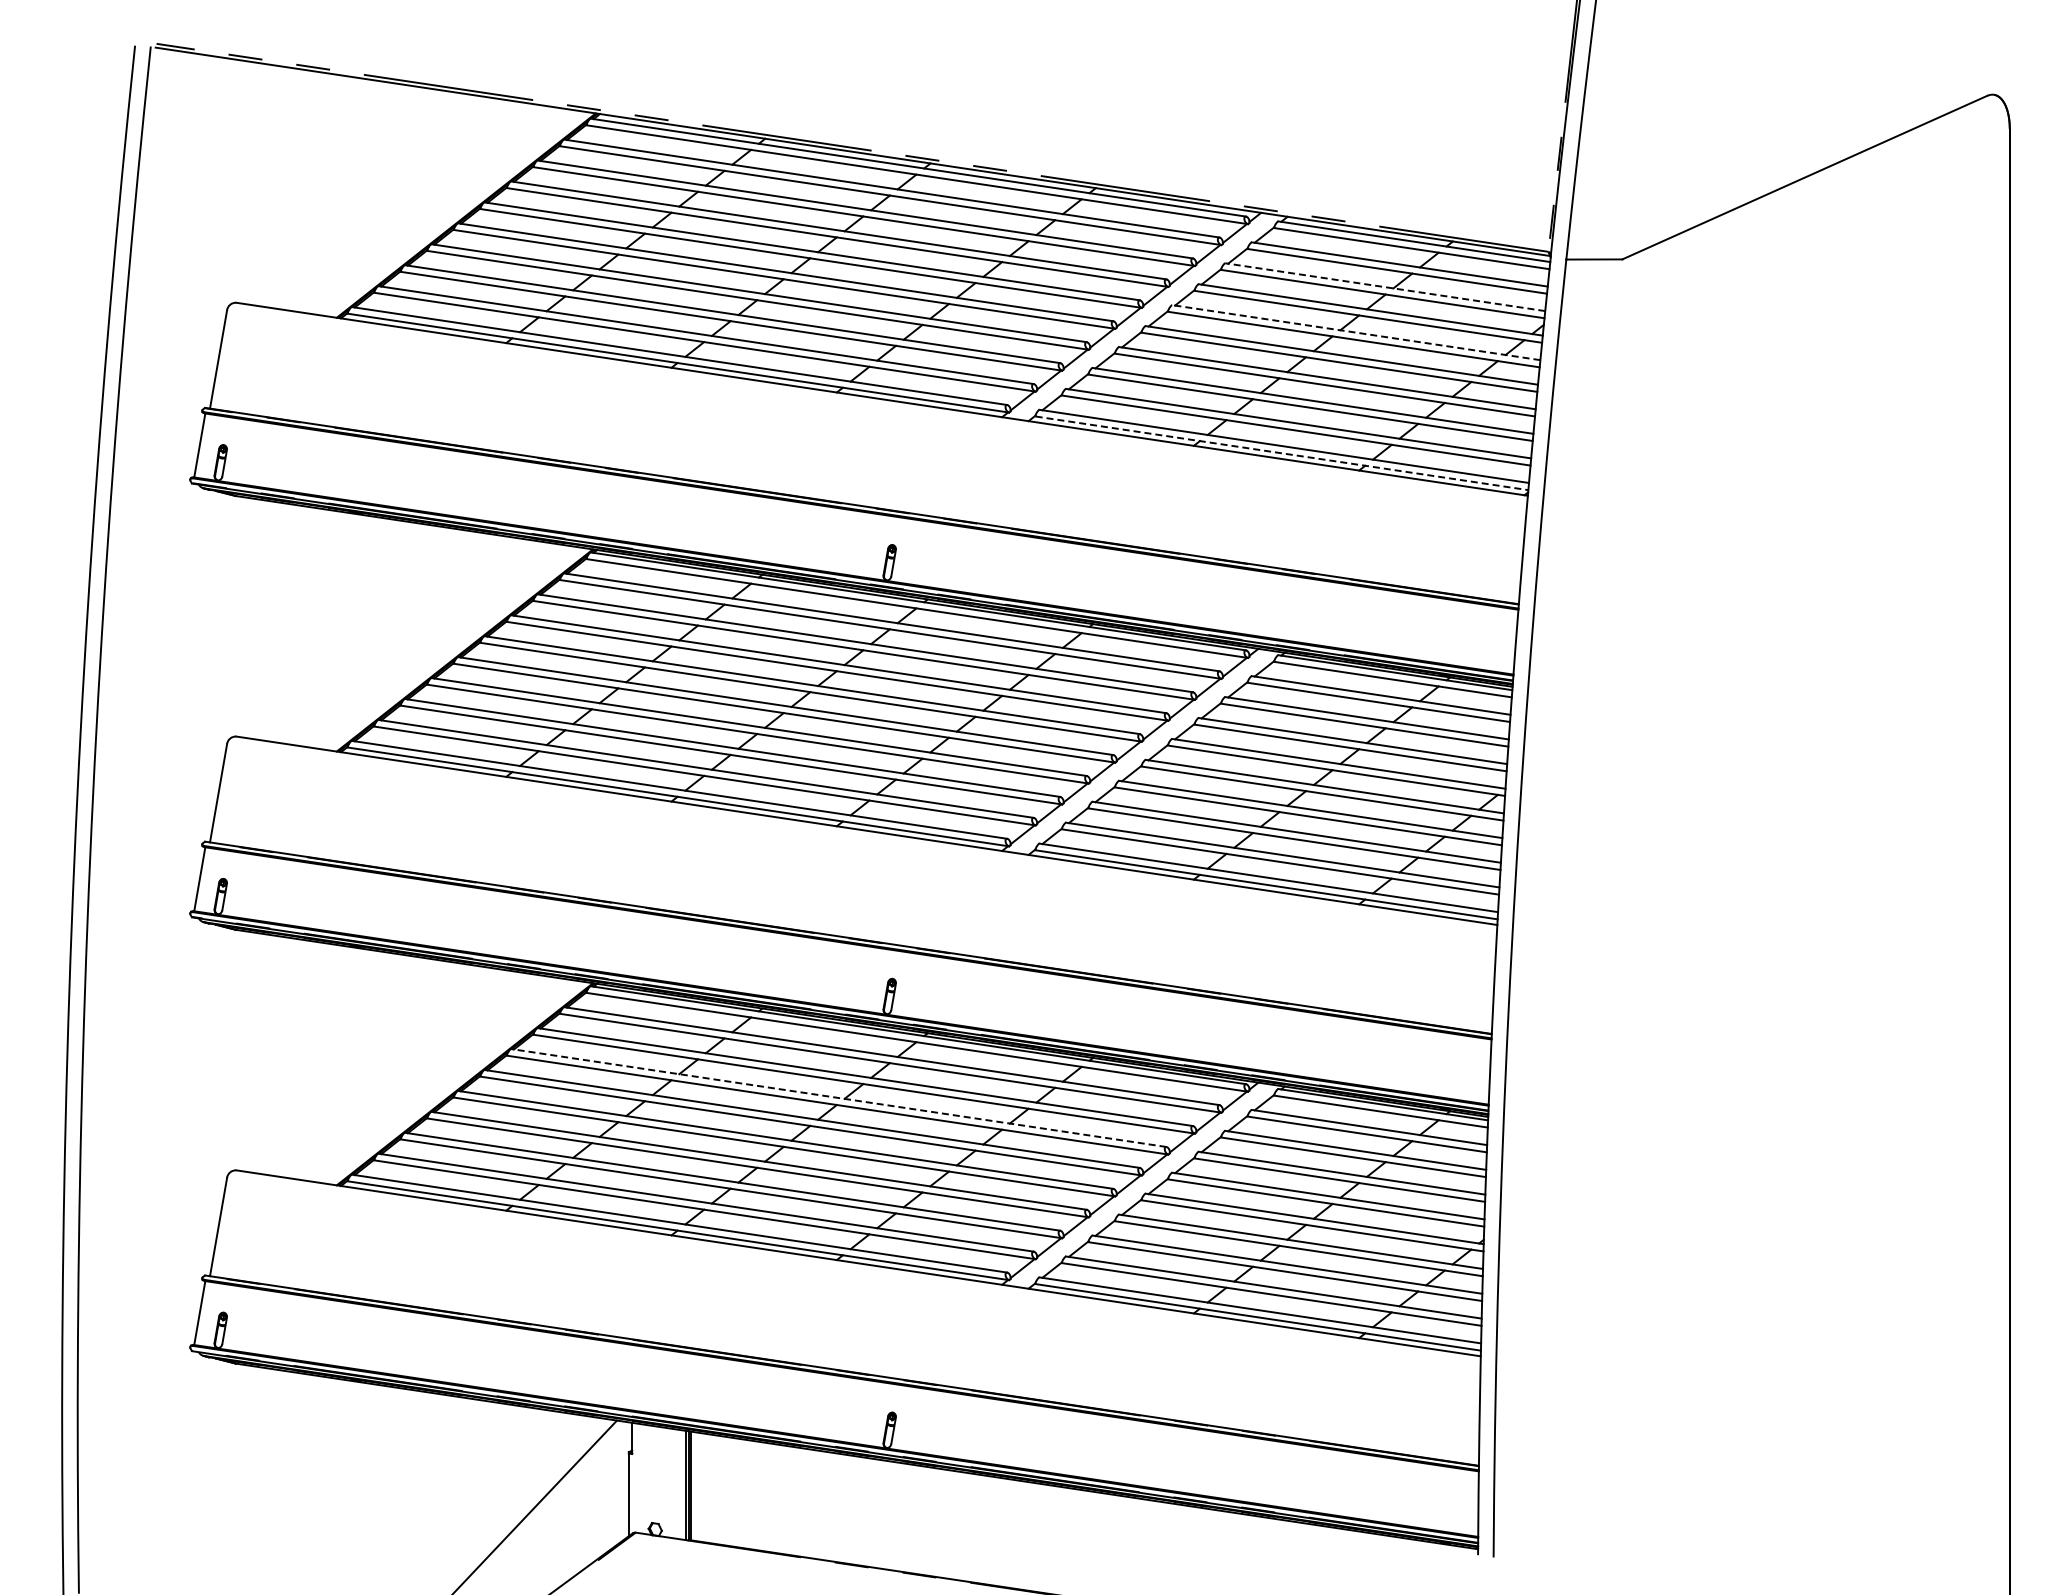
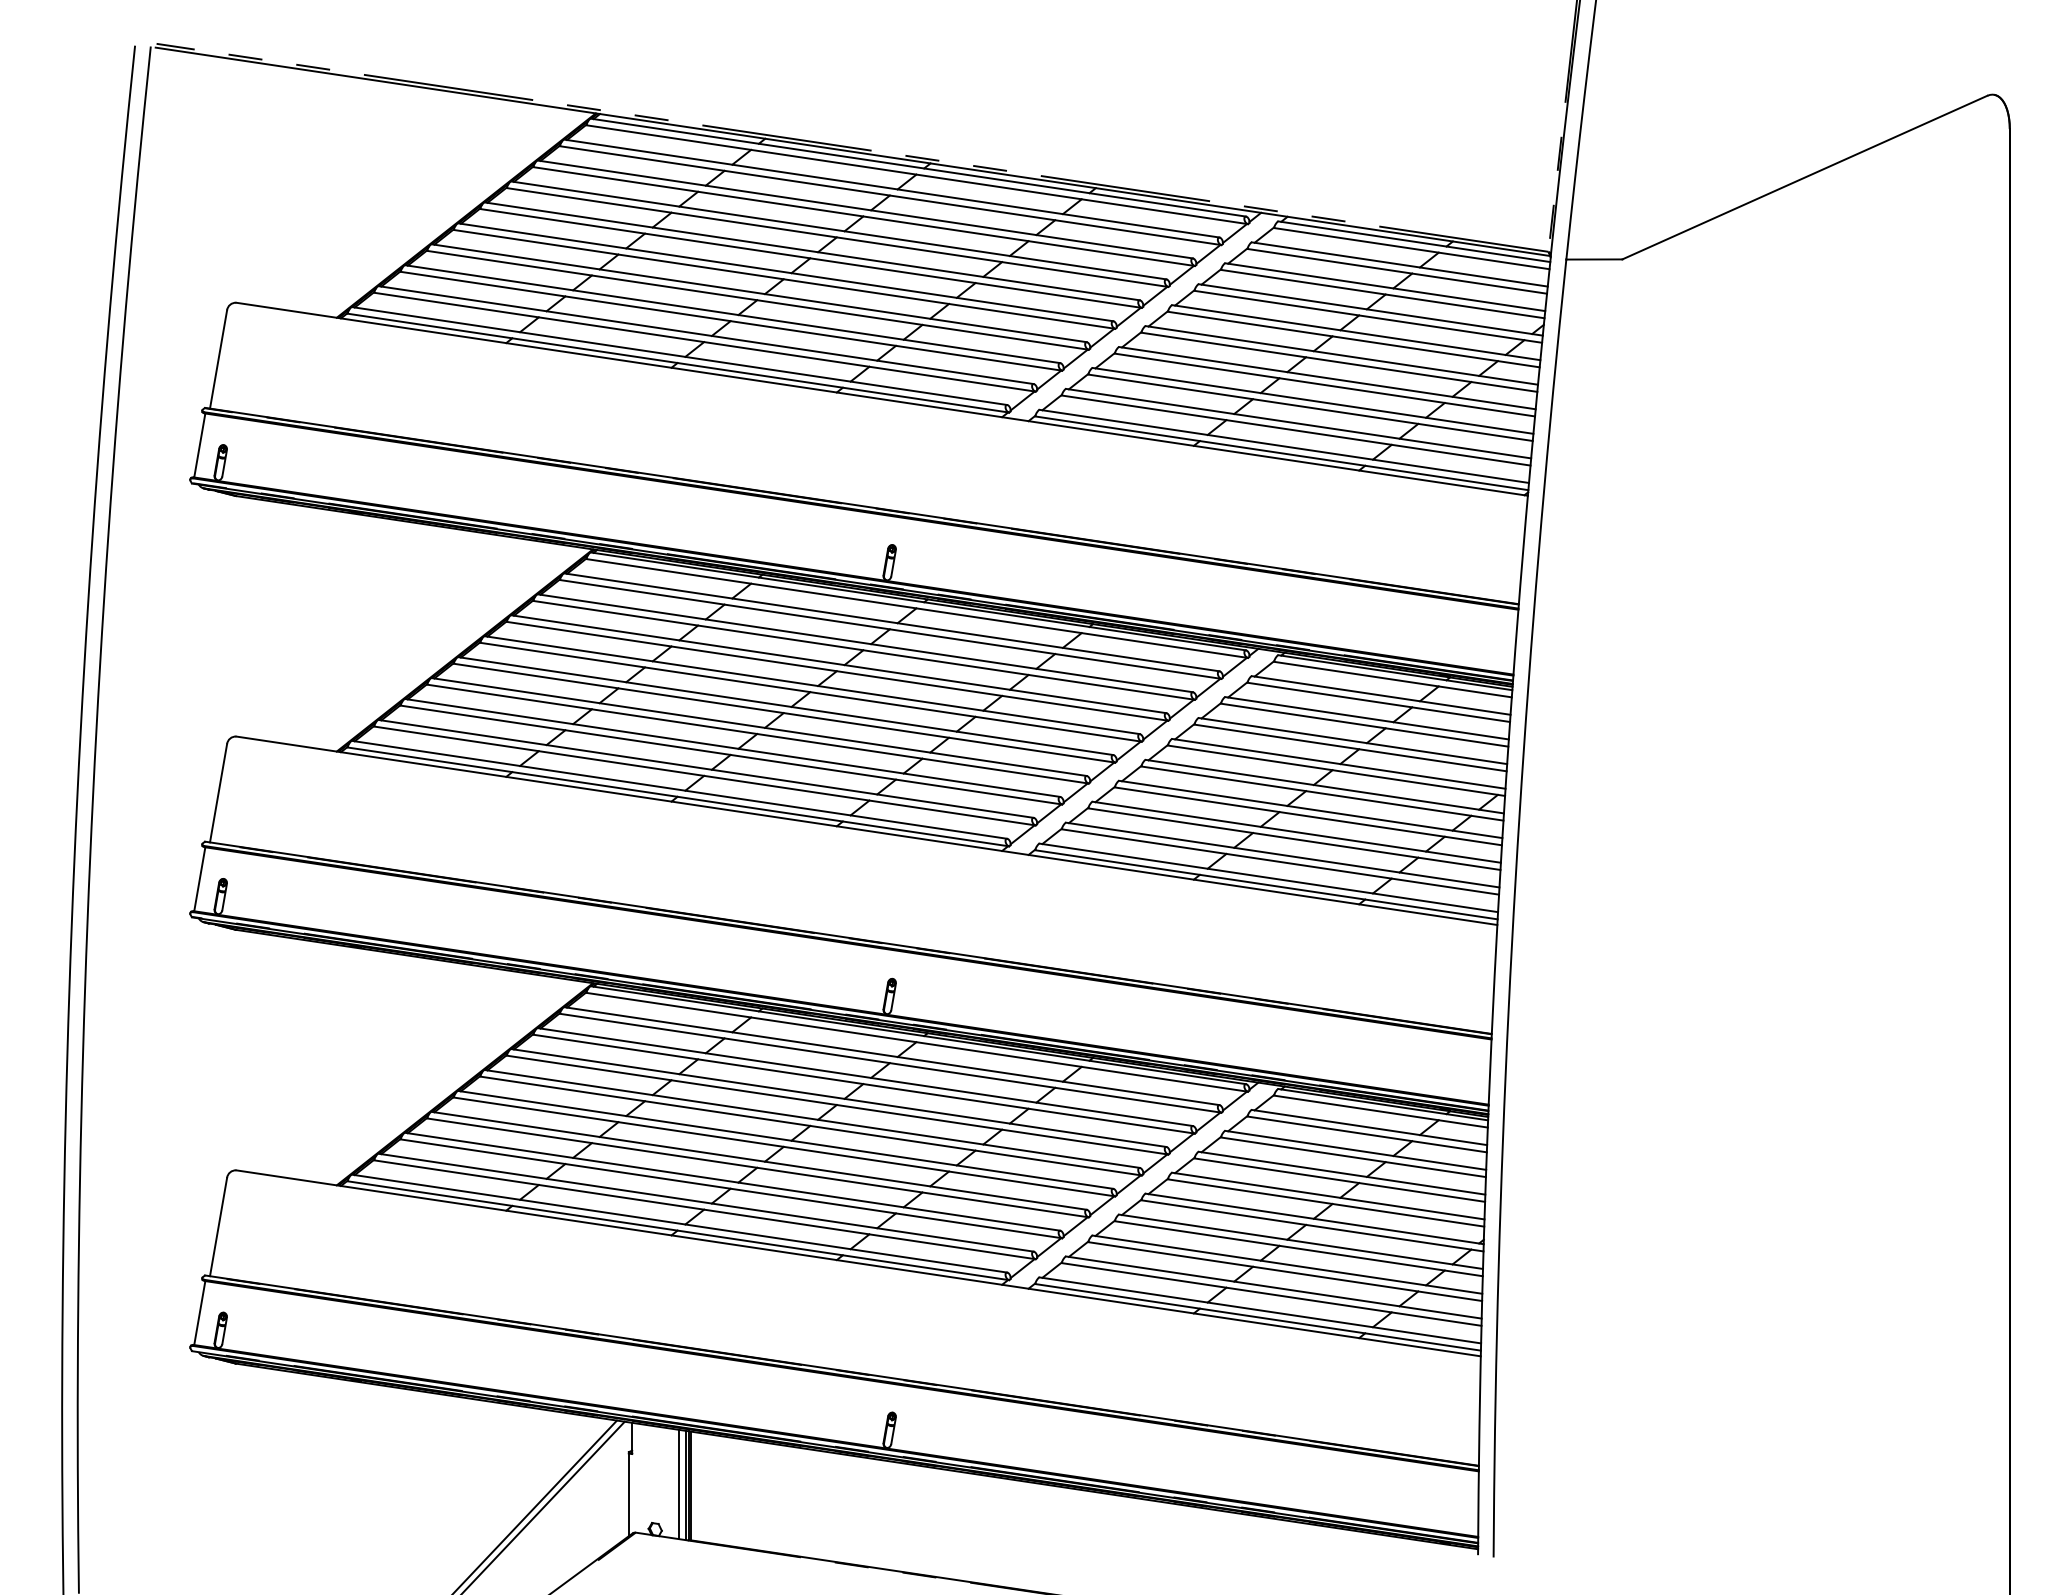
line at (1385, 287): dashed -> solid
line at (1355, 332): dashed -> solid
line at (1282, 453): dashed -> solid
line at (838, 1097): dashed -> solid
line at (678, 1484): none -> present
line at (544, 1506): none -> present
